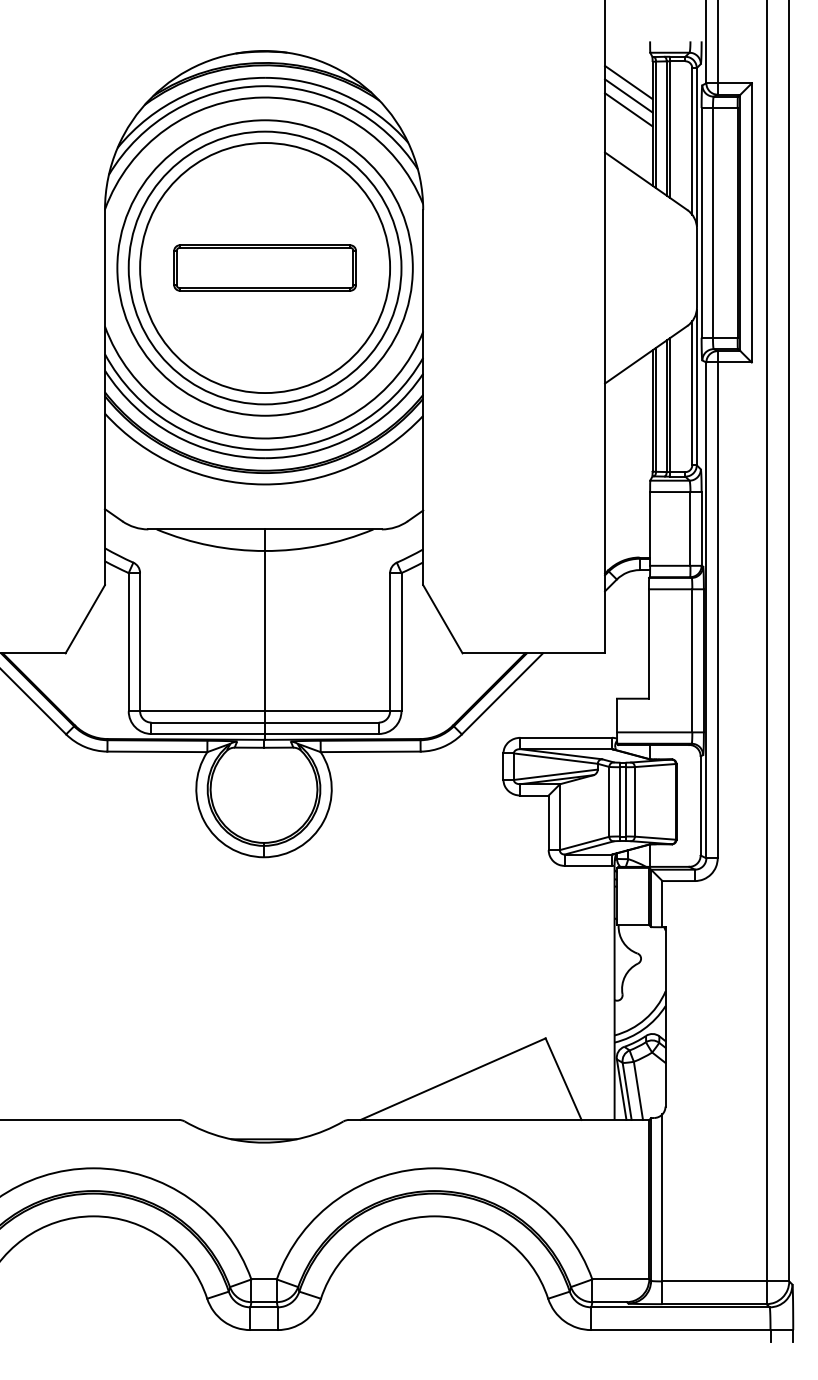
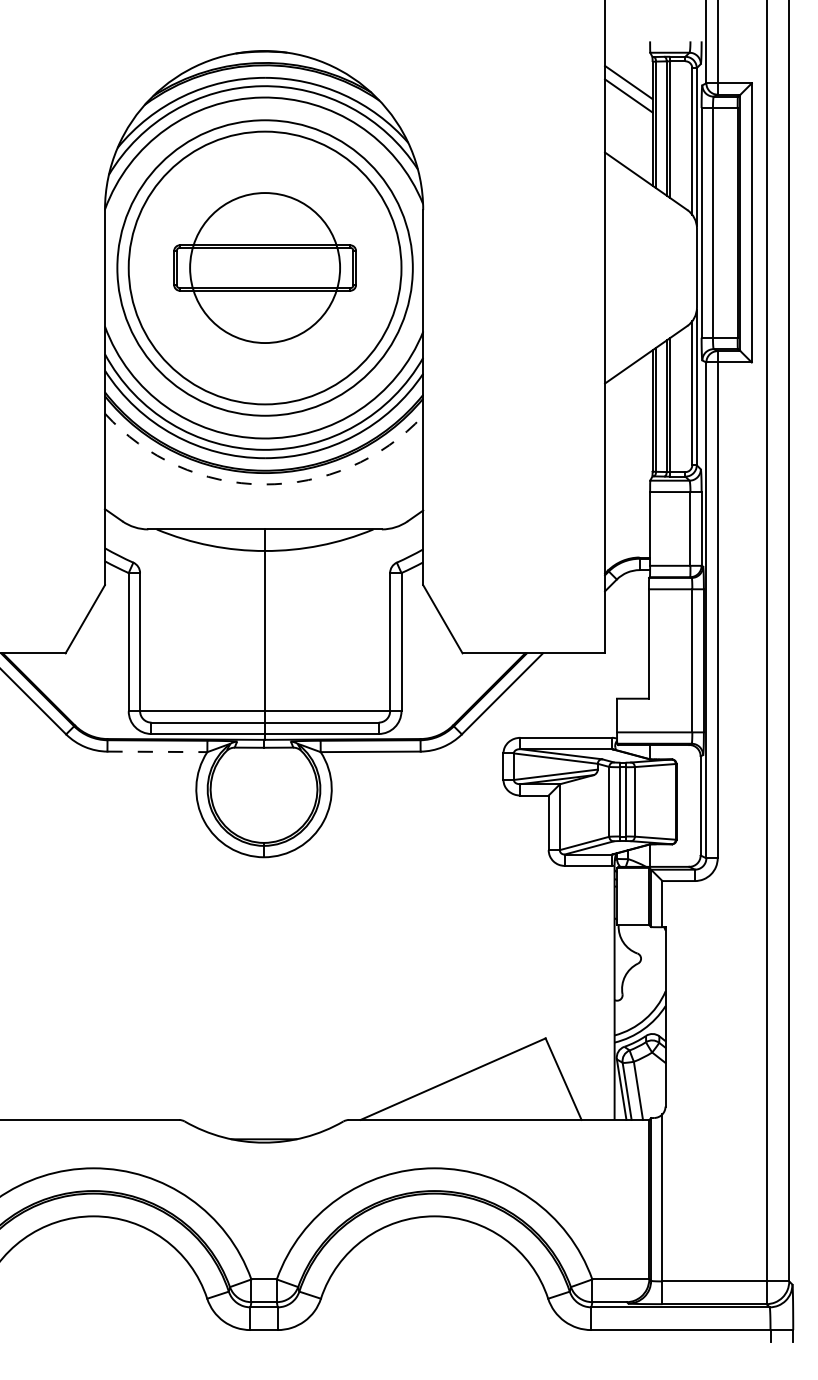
line at (628, 109): present -> none
circle at (265, 268) diameter: 250 px -> 150 px
arc at (263, 484): solid -> dashed
line at (157, 751): solid -> dashed
